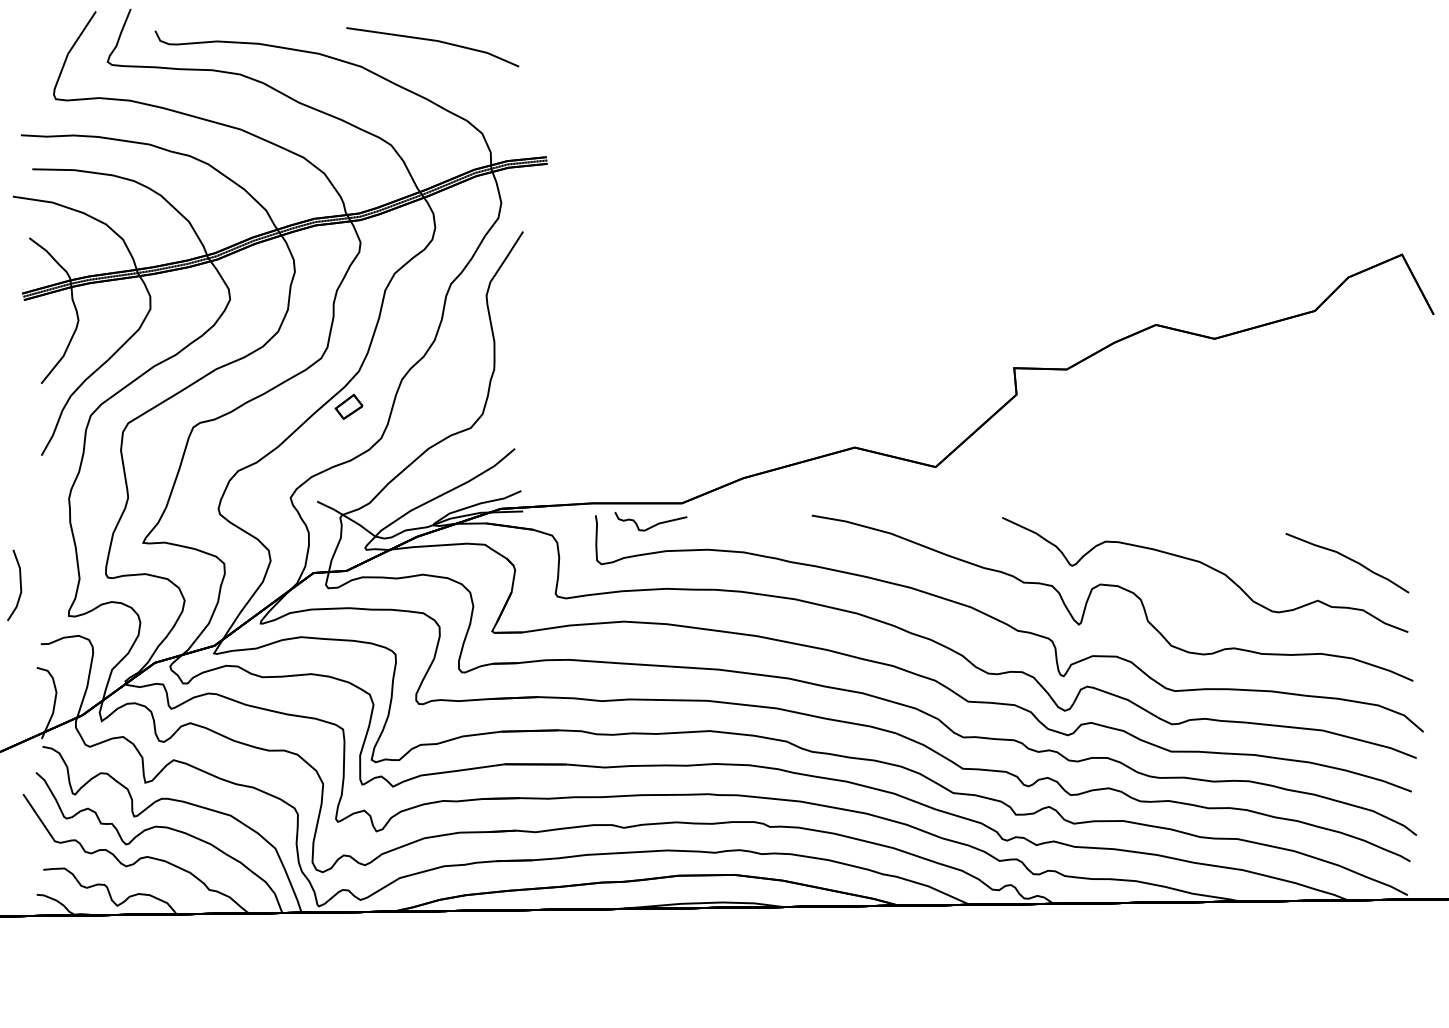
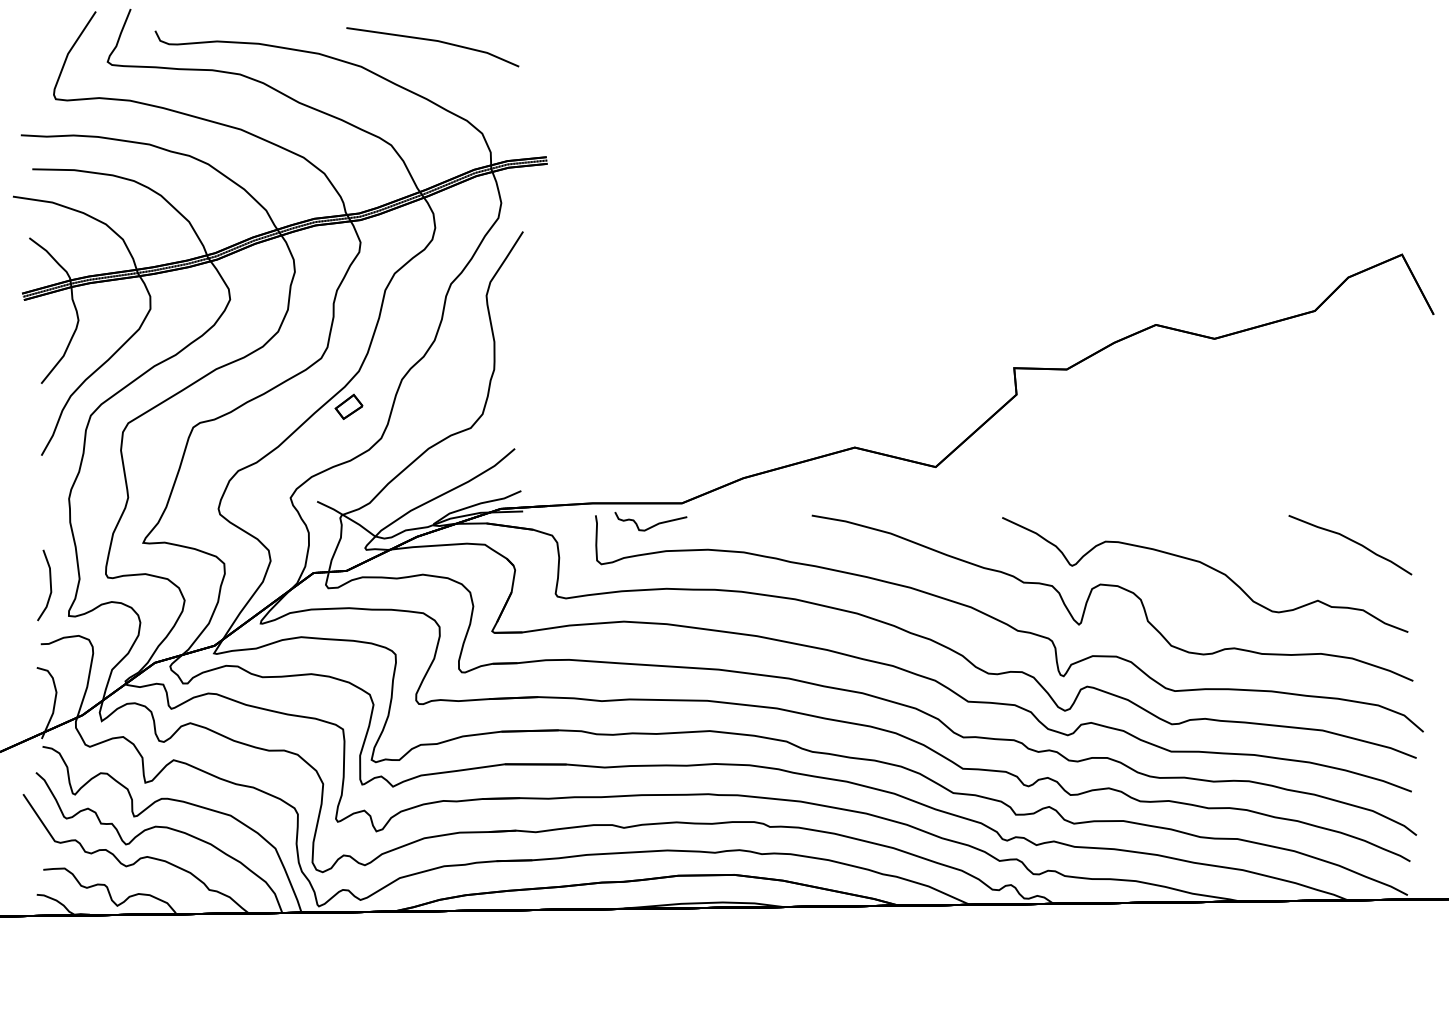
part at (1347, 563) position: (1347, 563) -> (1350, 545)
line at (19, 583) position: (19, 583) -> (49, 583)
